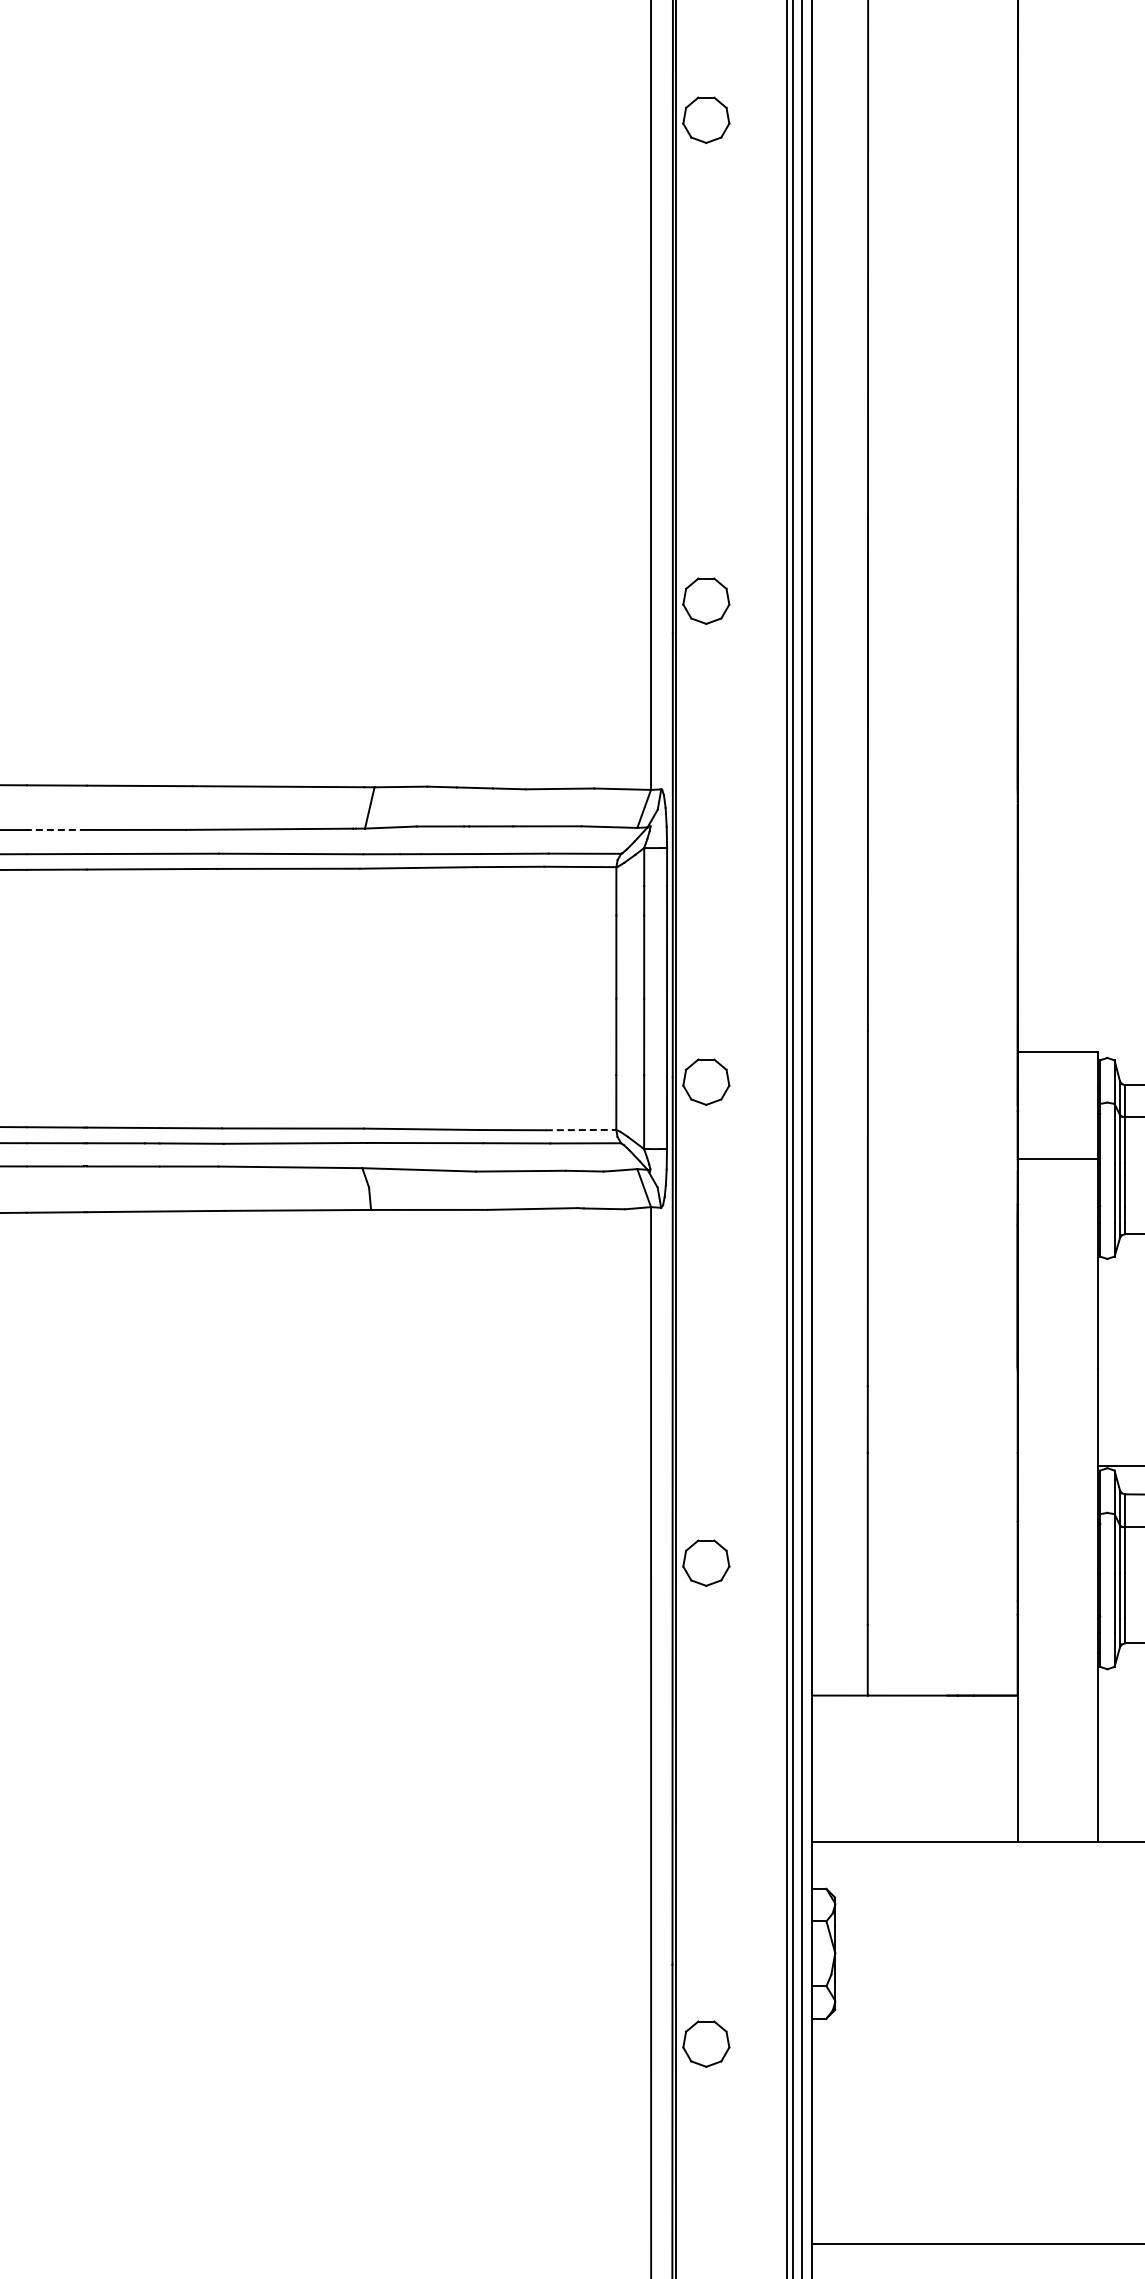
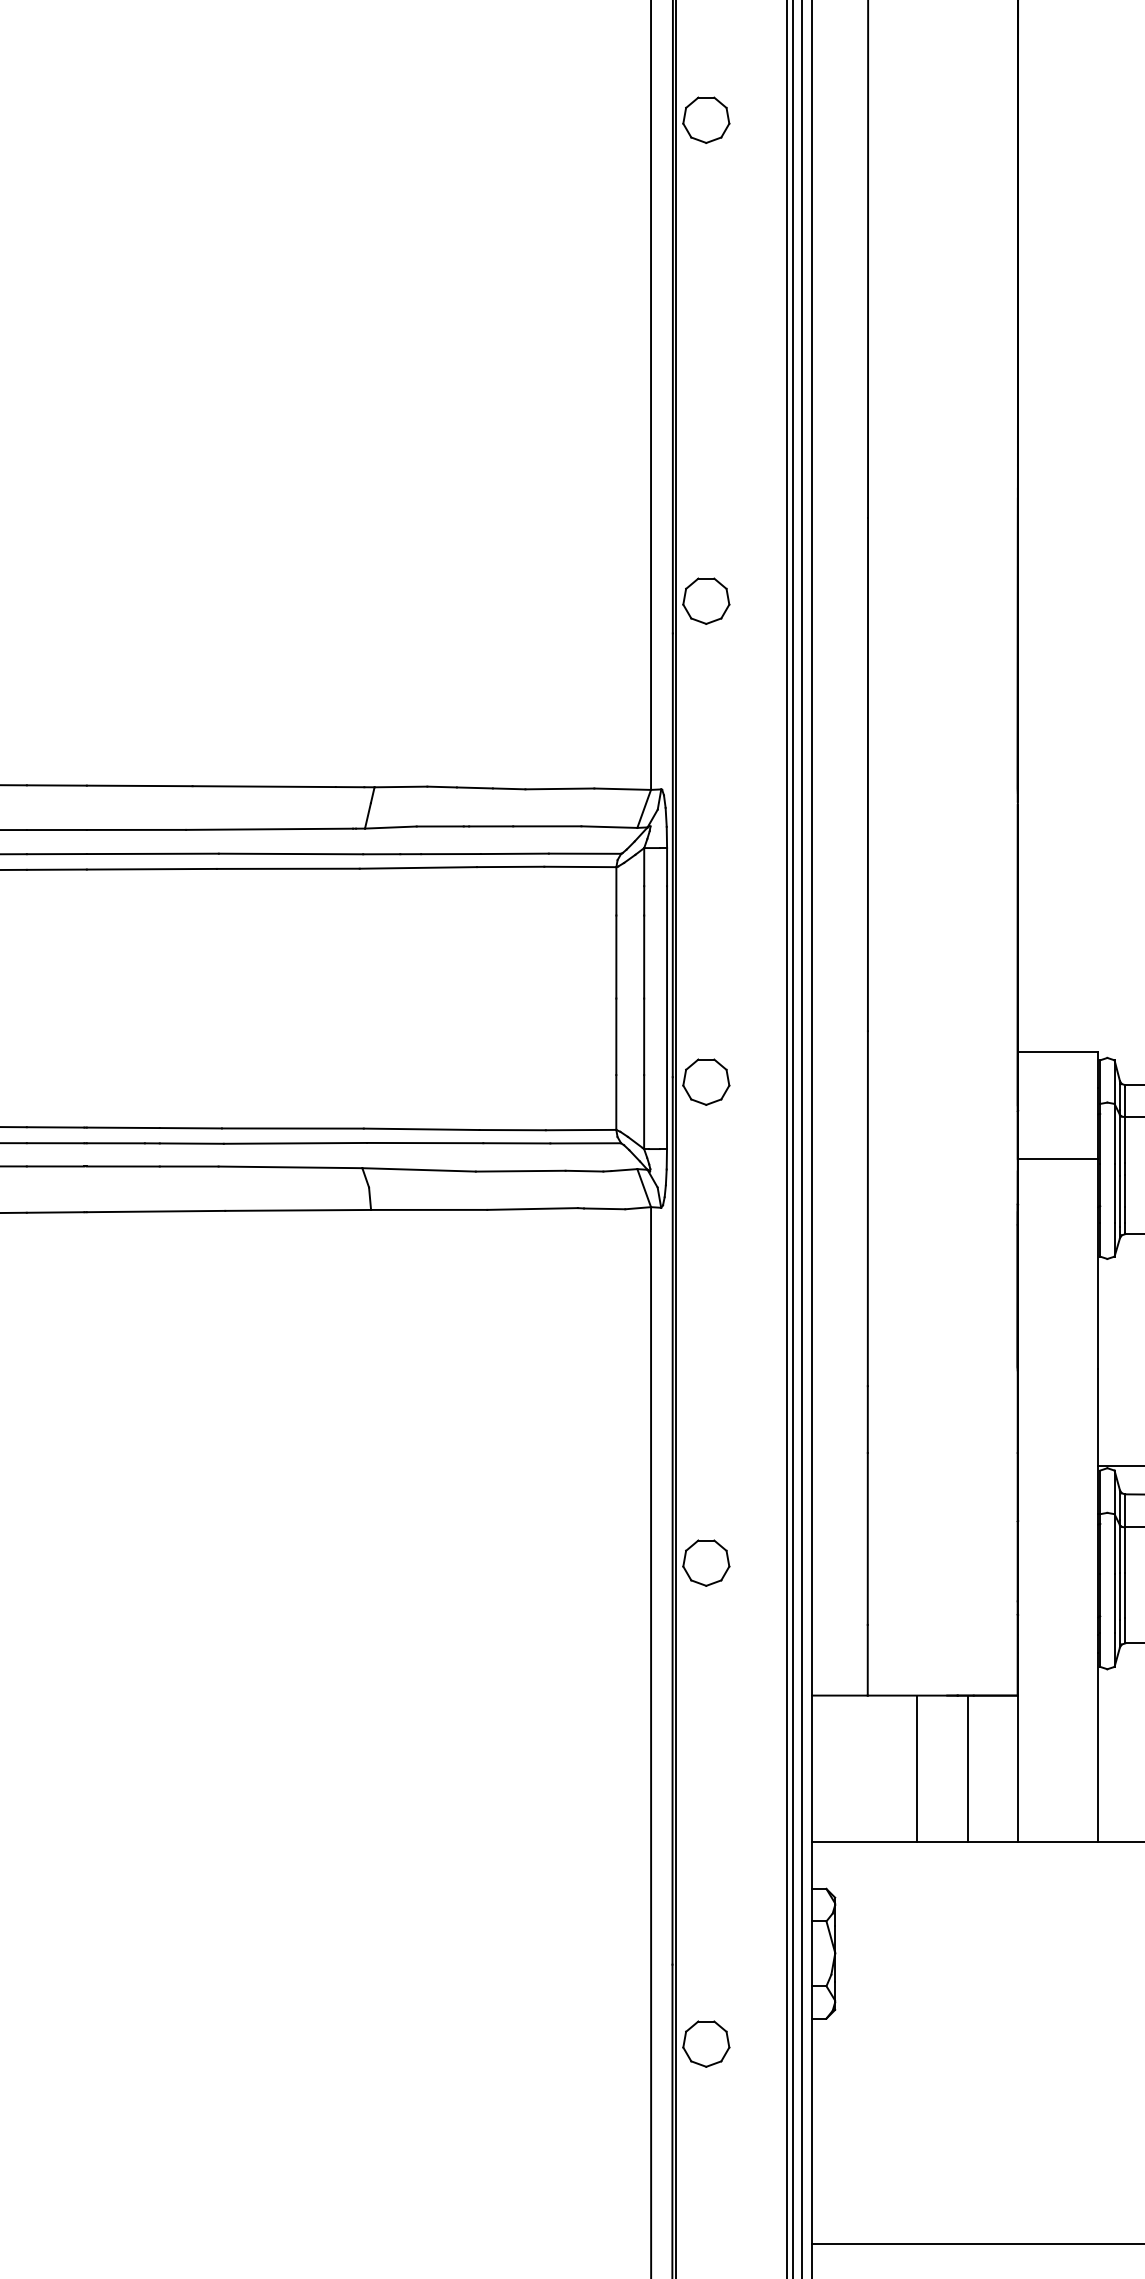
line at (56, 830): dashed -> solid
line at (581, 1130): dashed -> solid
line at (917, 1768): none -> present
line at (967, 1768): none -> present
